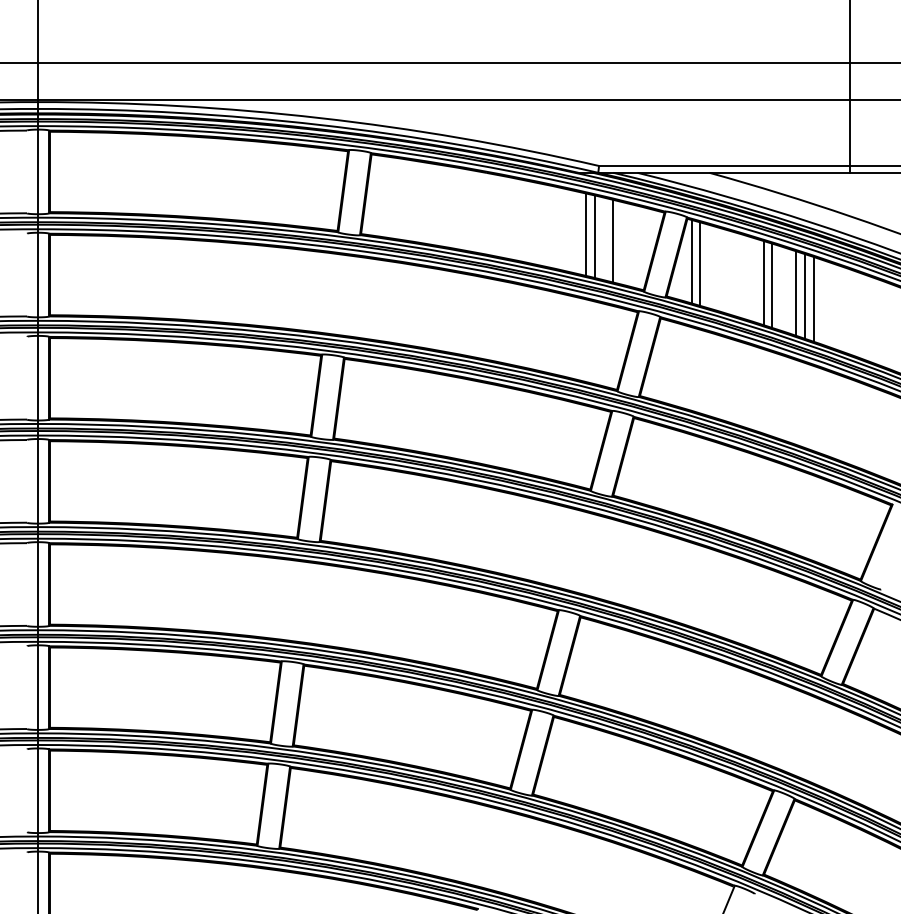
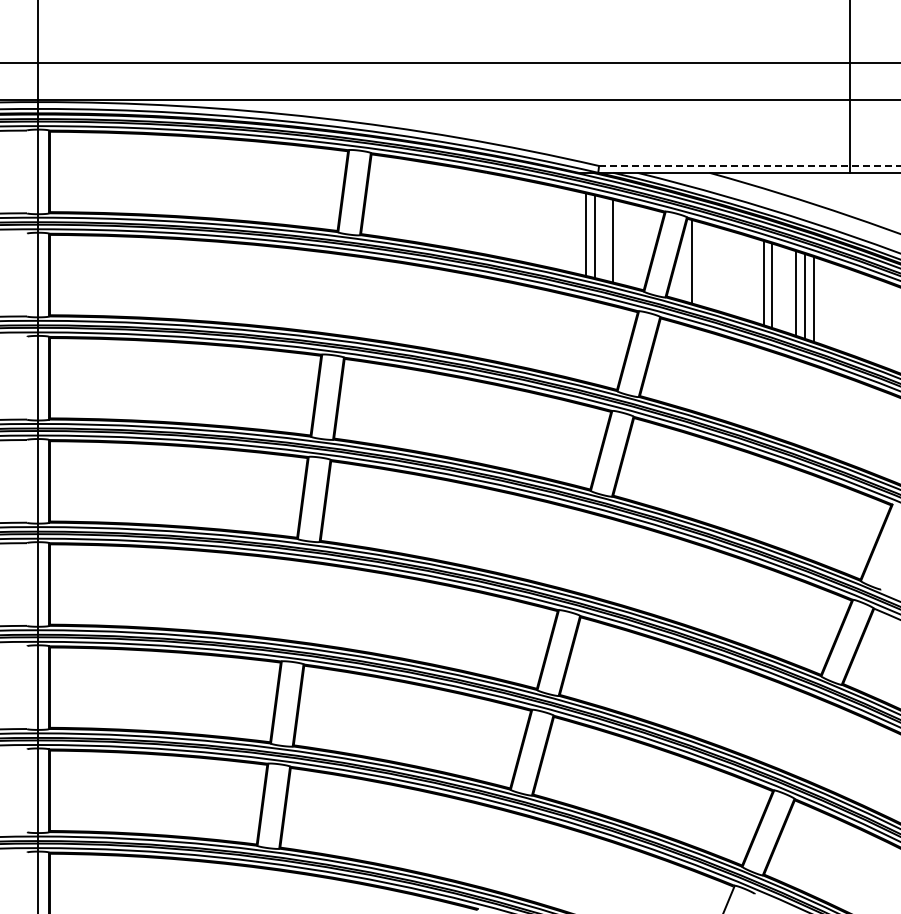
line at (750, 165): solid -> dashed
line at (699, 263): present -> none
